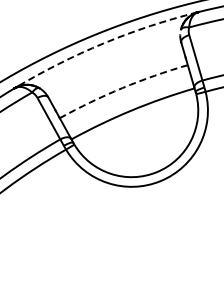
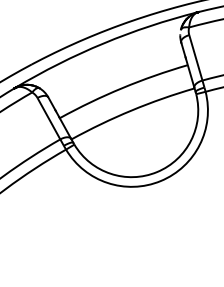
arc at (103, 43): dashed -> solid
arc at (122, 88): dashed -> solid
